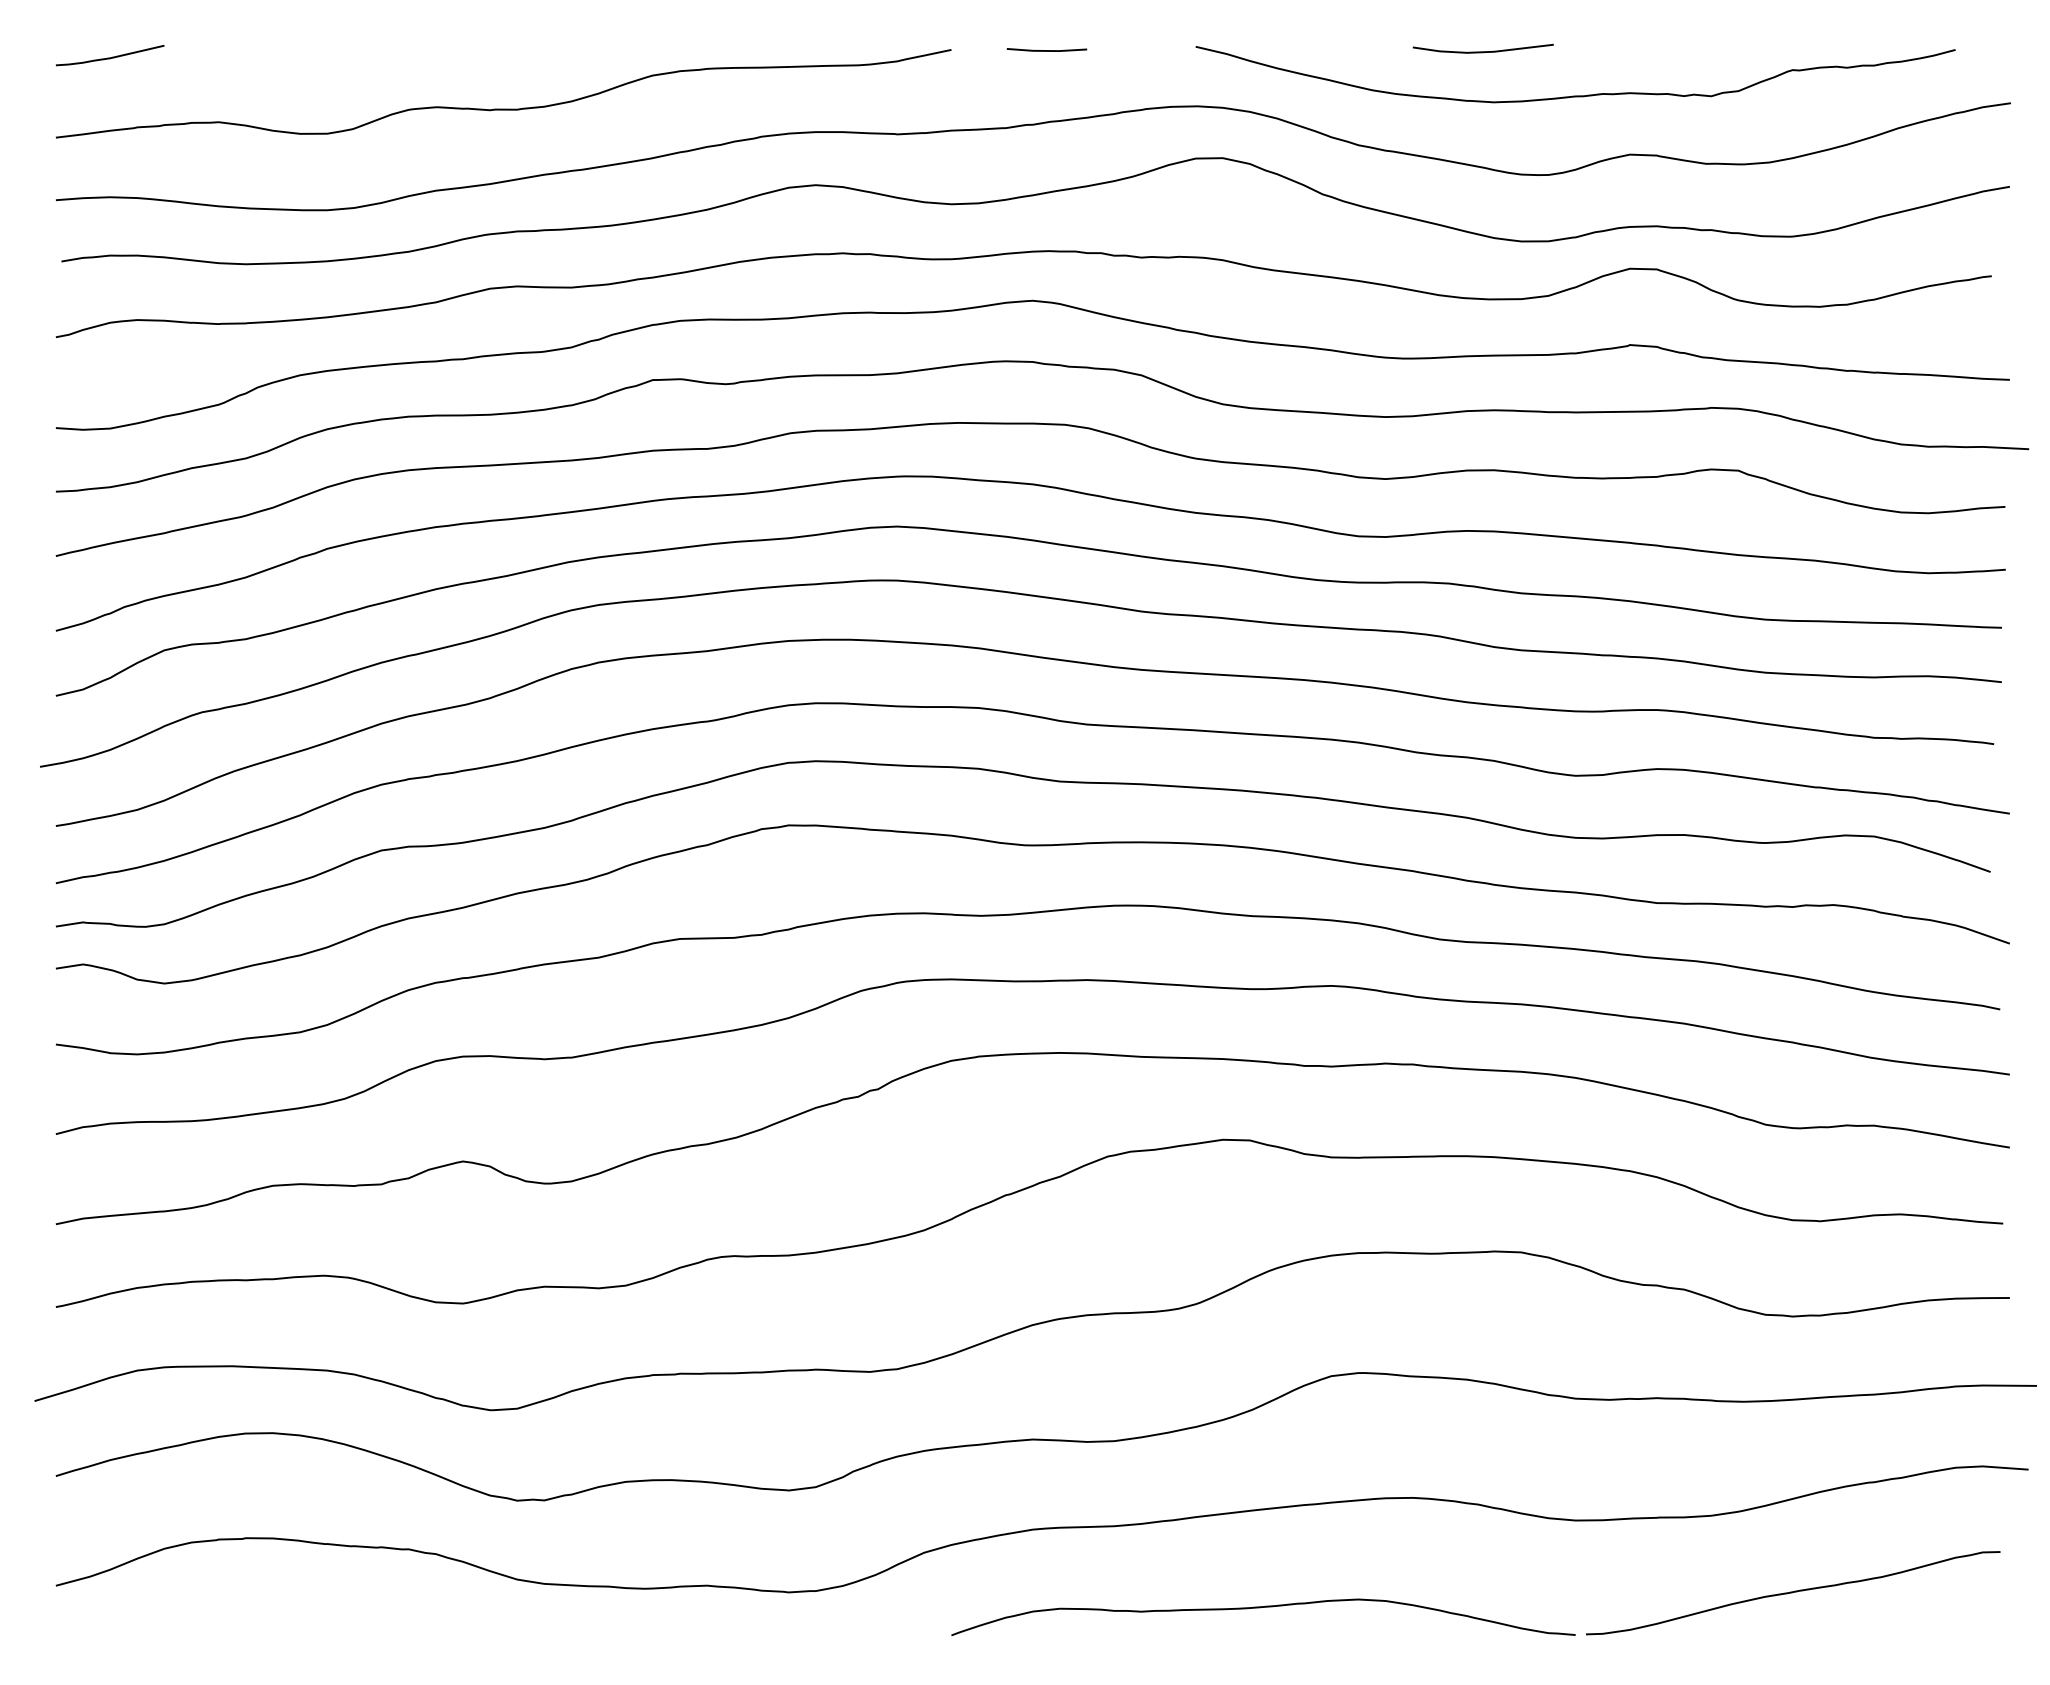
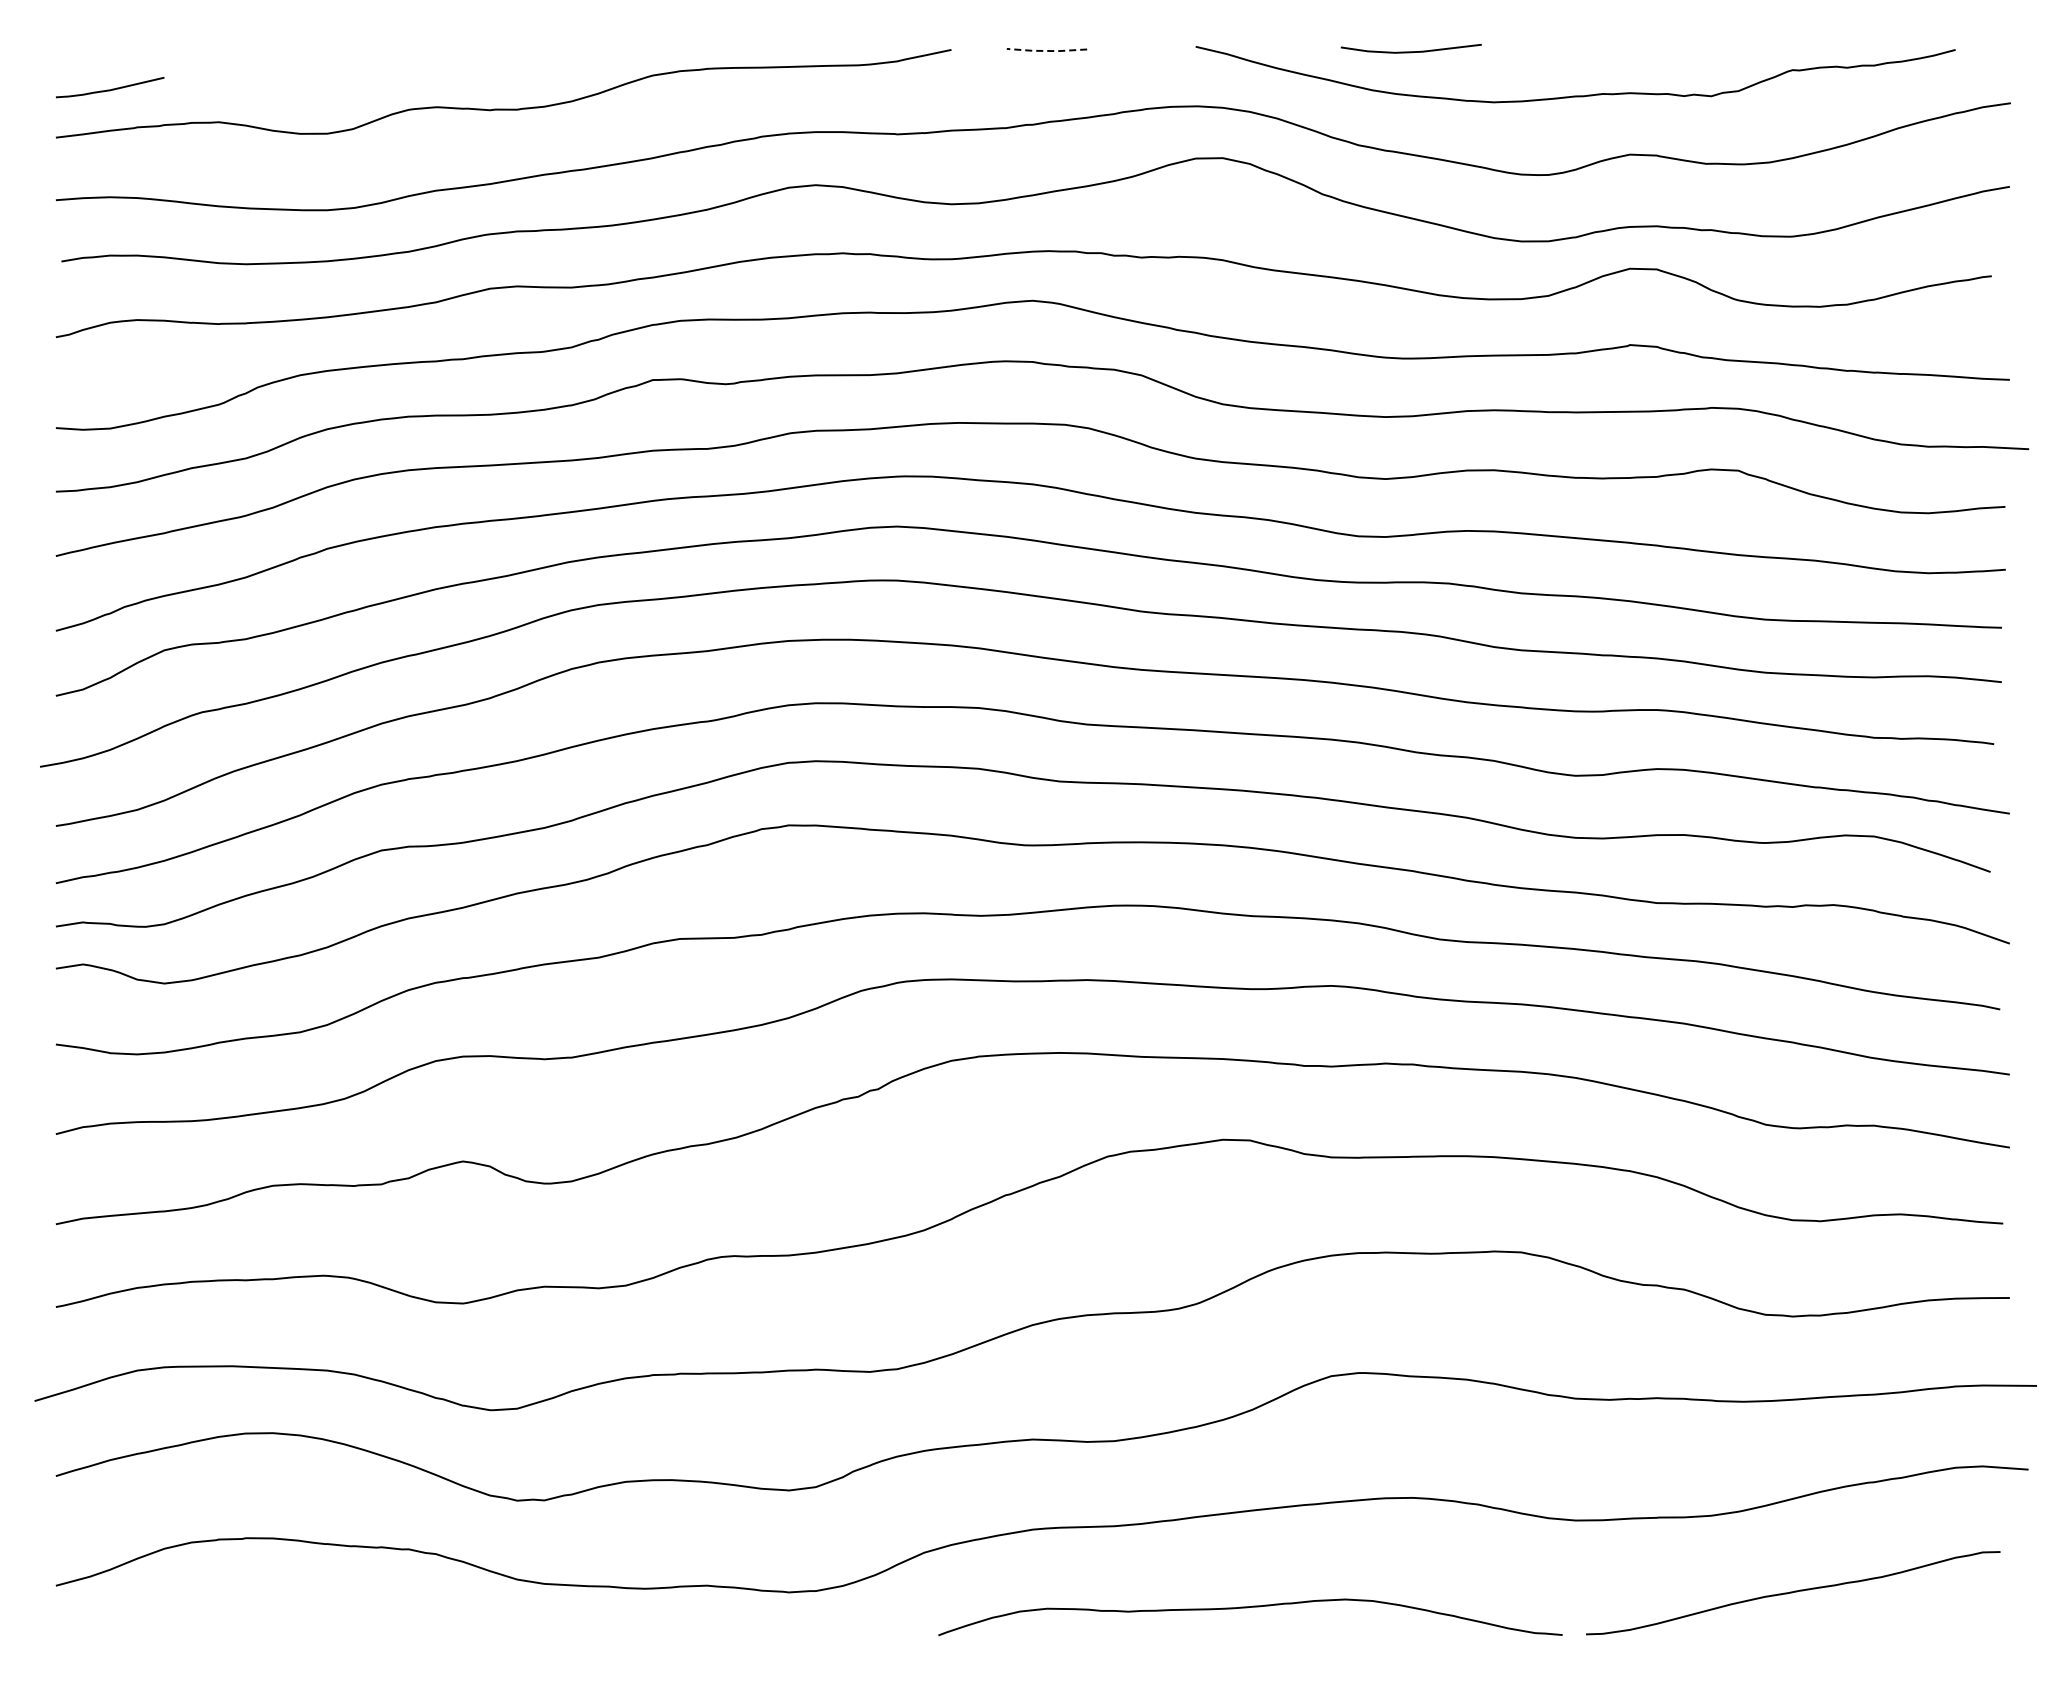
line at (1046, 50): solid -> dashed
line at (1482, 51) position: (1482, 51) -> (1410, 51)
curve at (110, 57) position: (110, 57) -> (110, 89)
curve at (1260, 1608) position: (1260, 1608) -> (1247, 1608)
